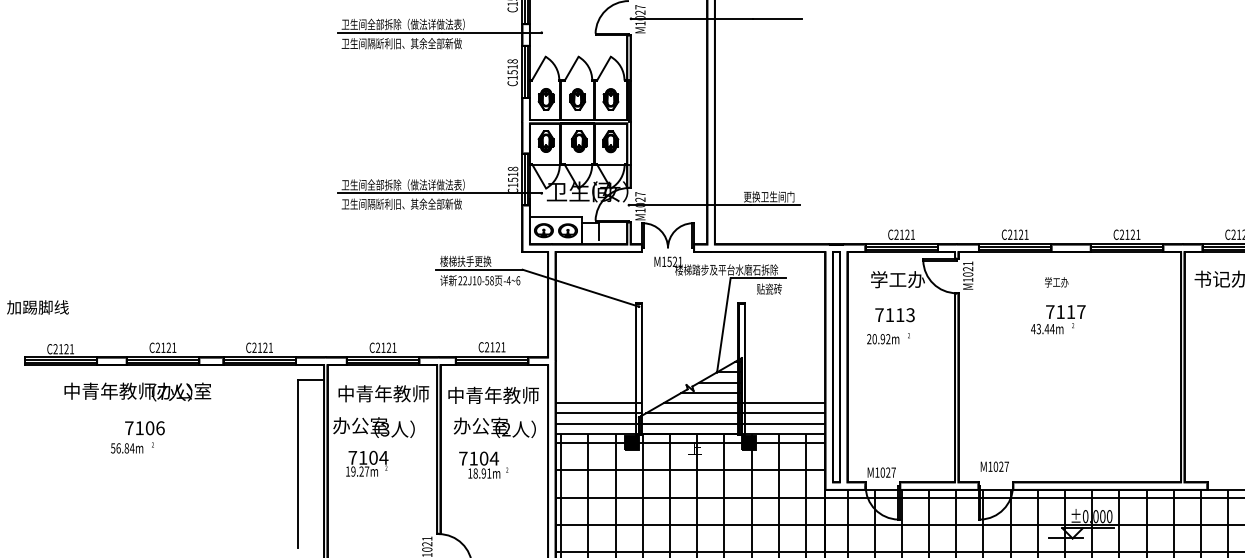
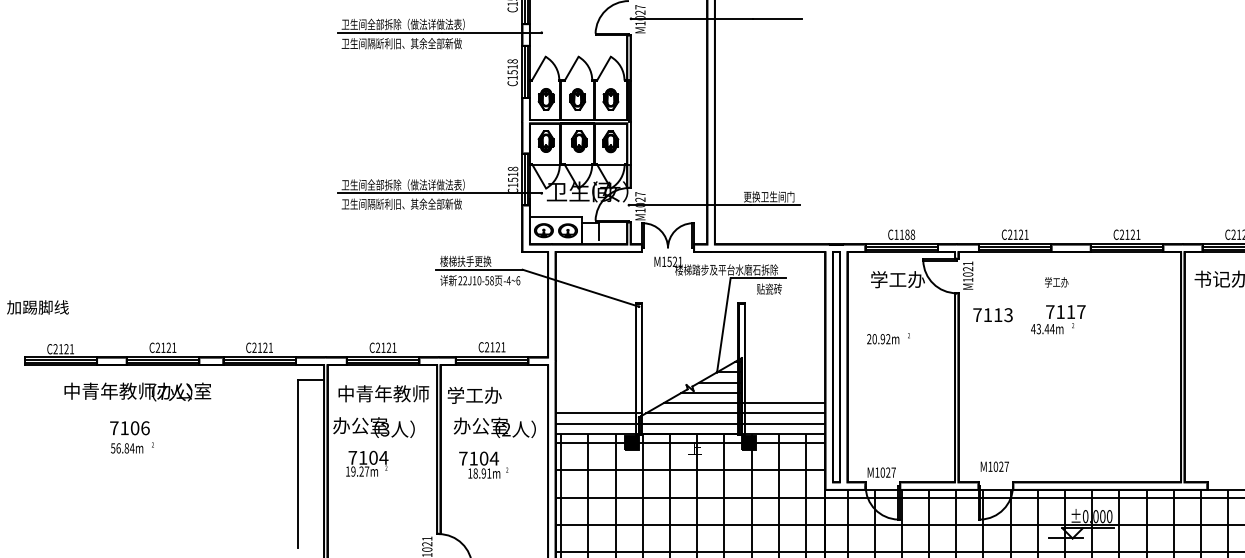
text at (904, 234): C2121 -> C1188
text at (894, 315) position: (894, 315) -> (992, 315)
text at (492, 394): 中青年教师 -> 学工办
line at (598, 403): present -> none
text at (144, 428) position: (144, 428) -> (129, 428)
